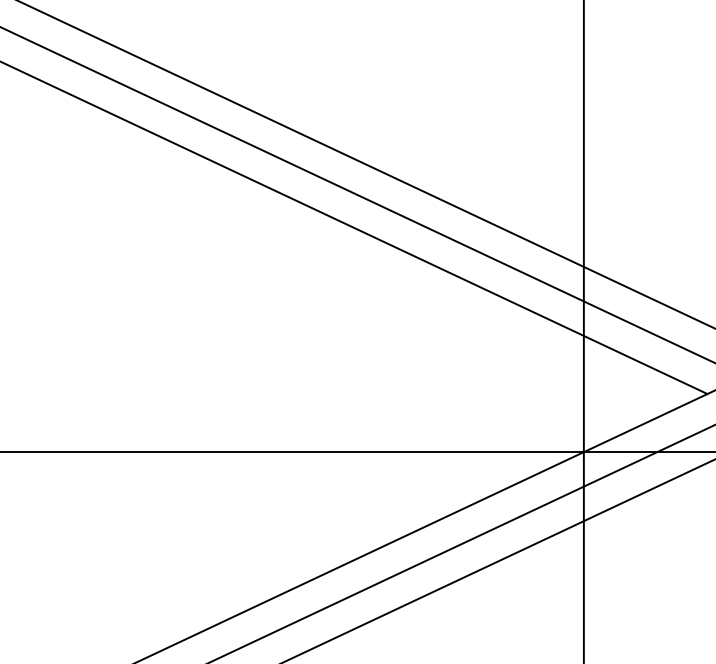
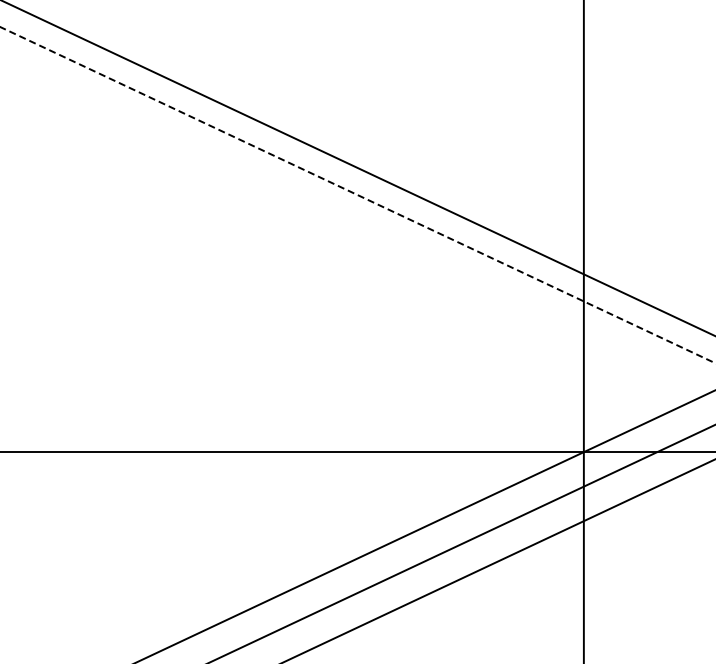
line at (366, 164) position: (366, 164) -> (358, 168)
line at (358, 195): solid -> dashed
line at (354, 228): present -> none
